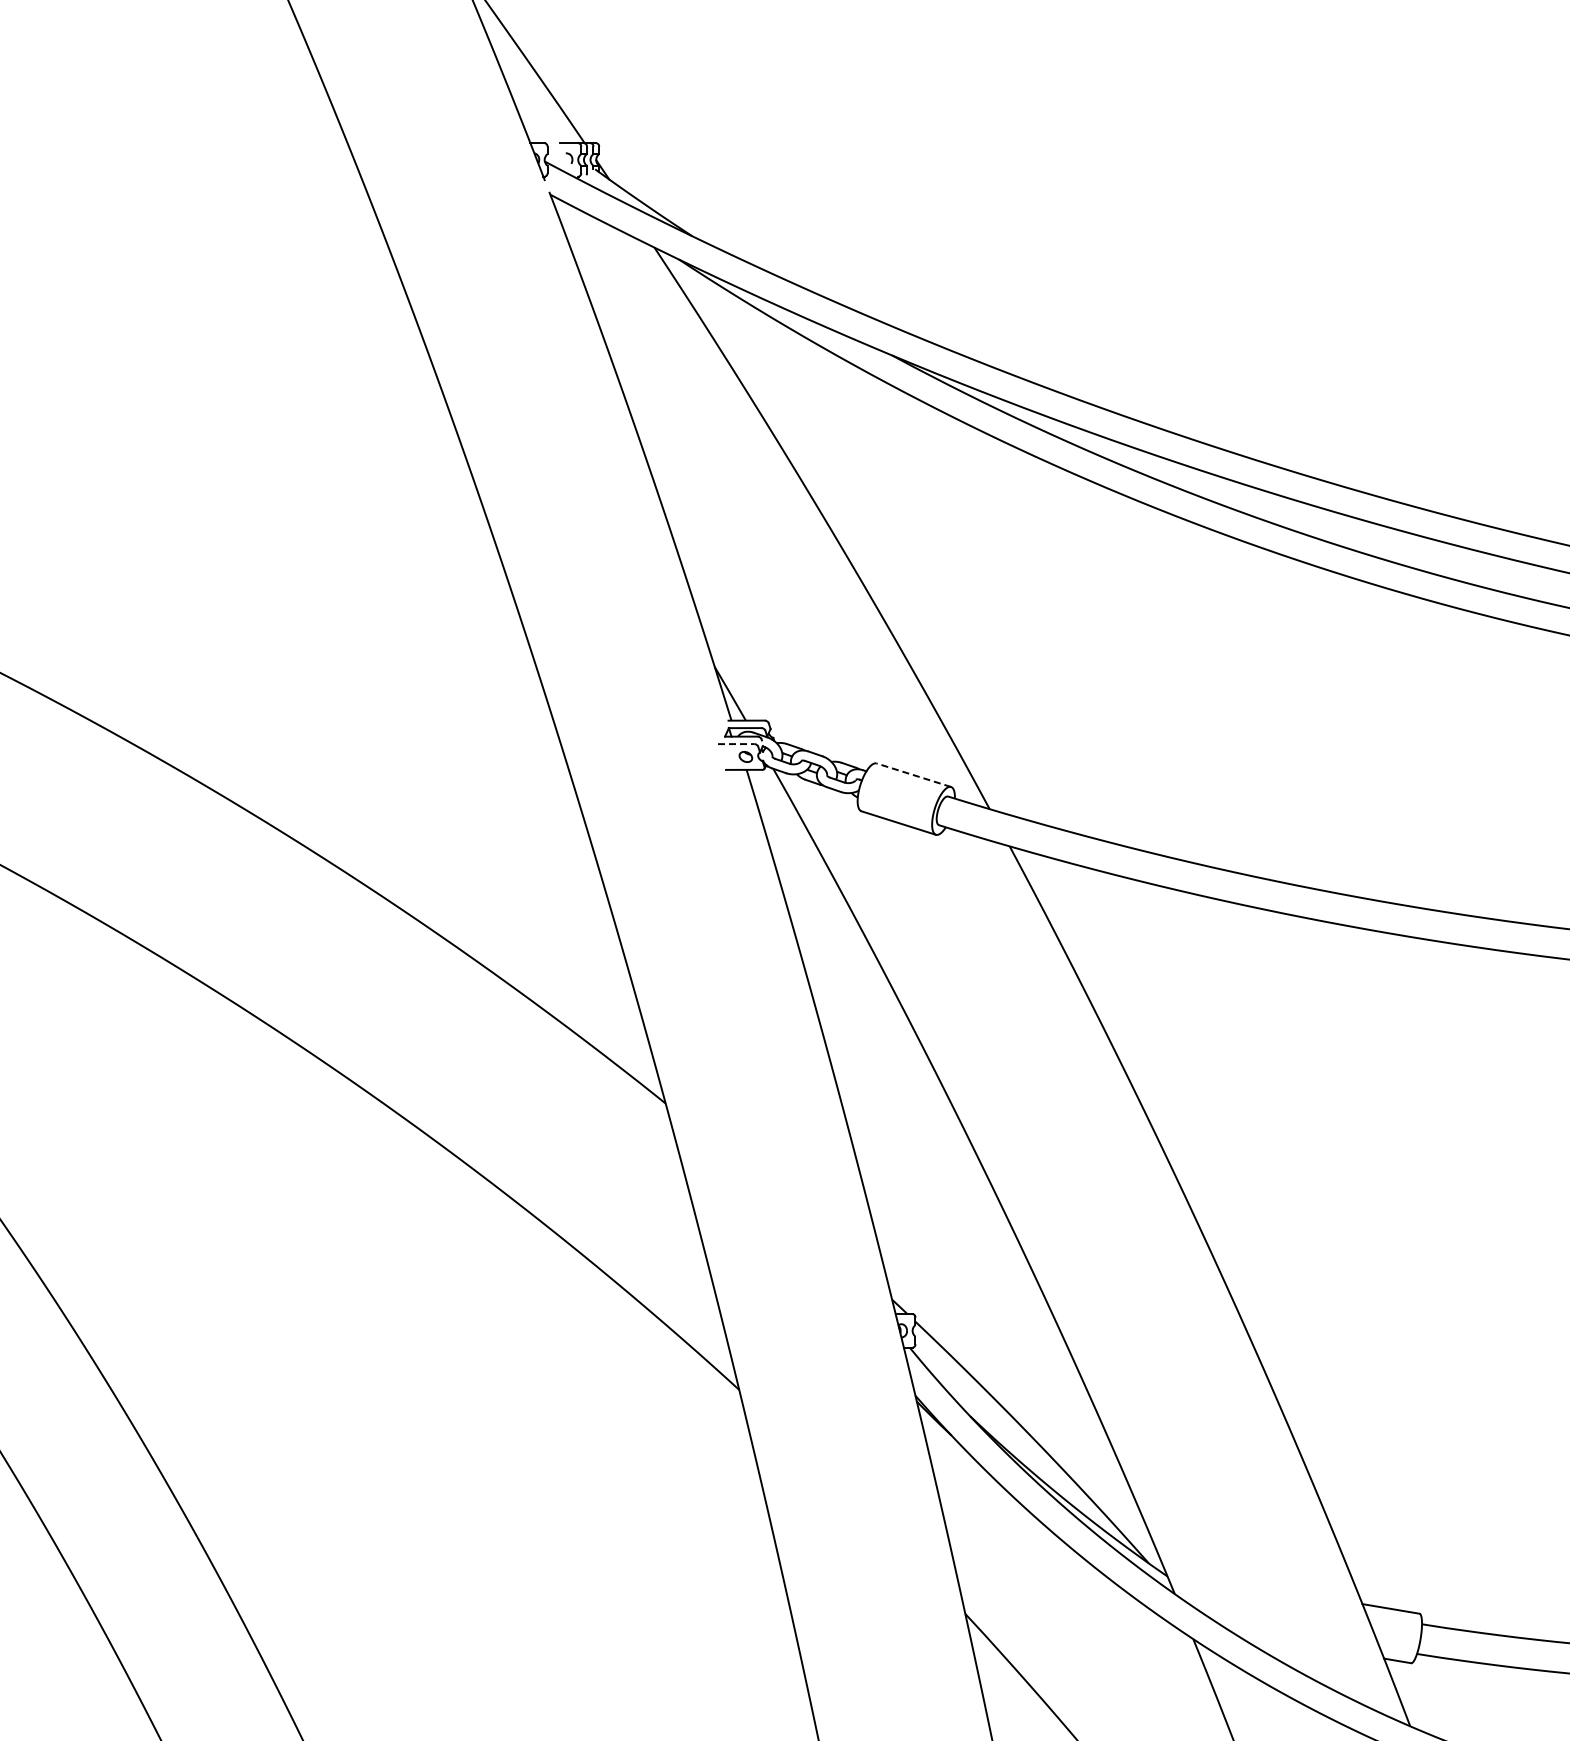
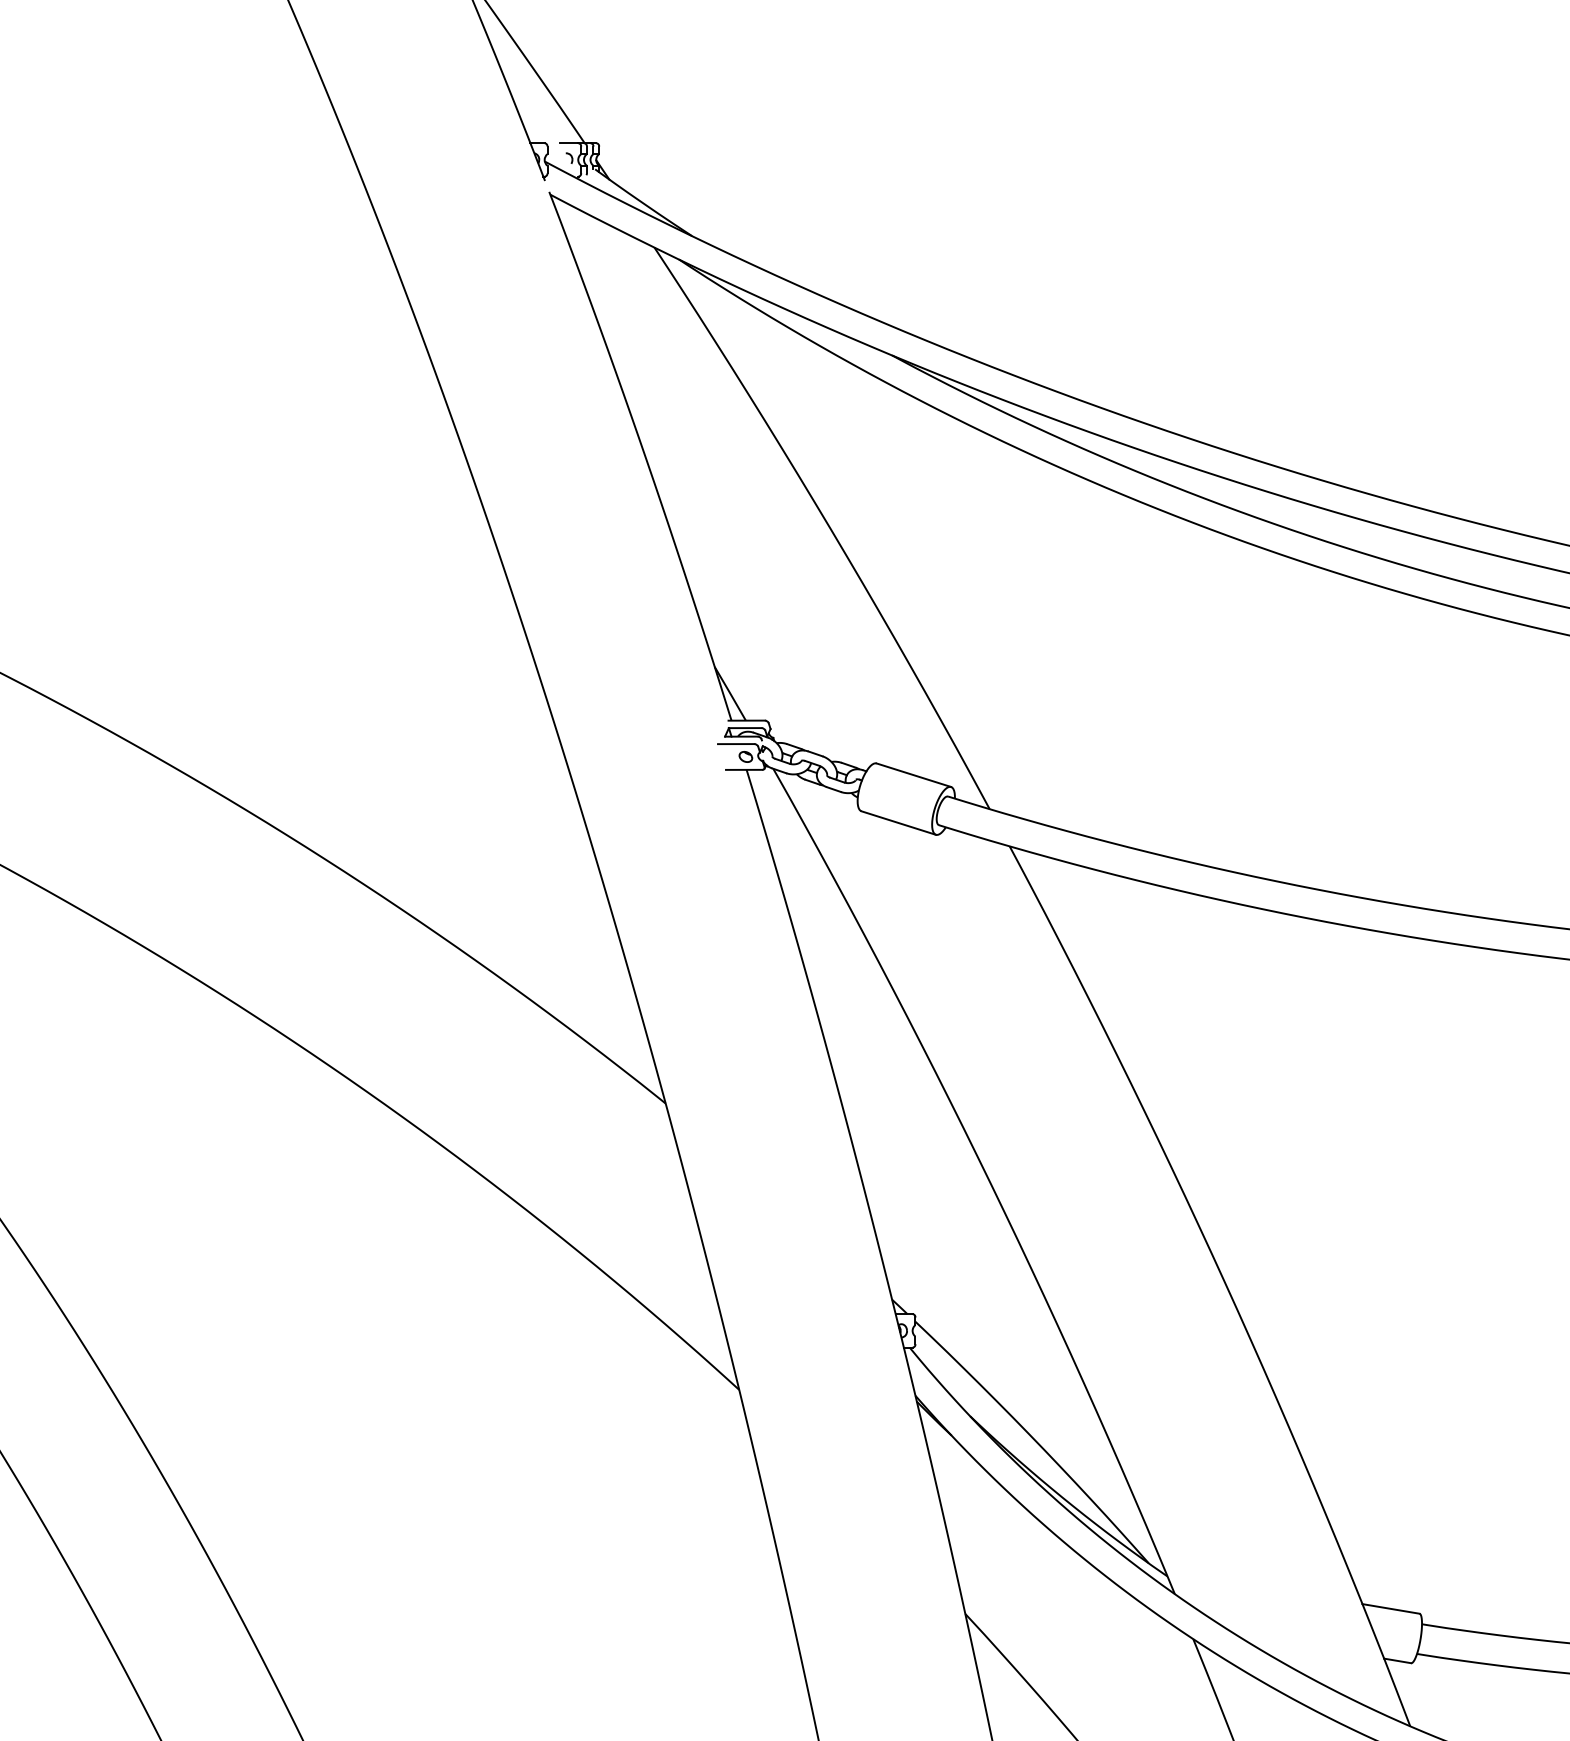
line at (736, 744): dashed -> solid
line at (913, 775): dashed -> solid
